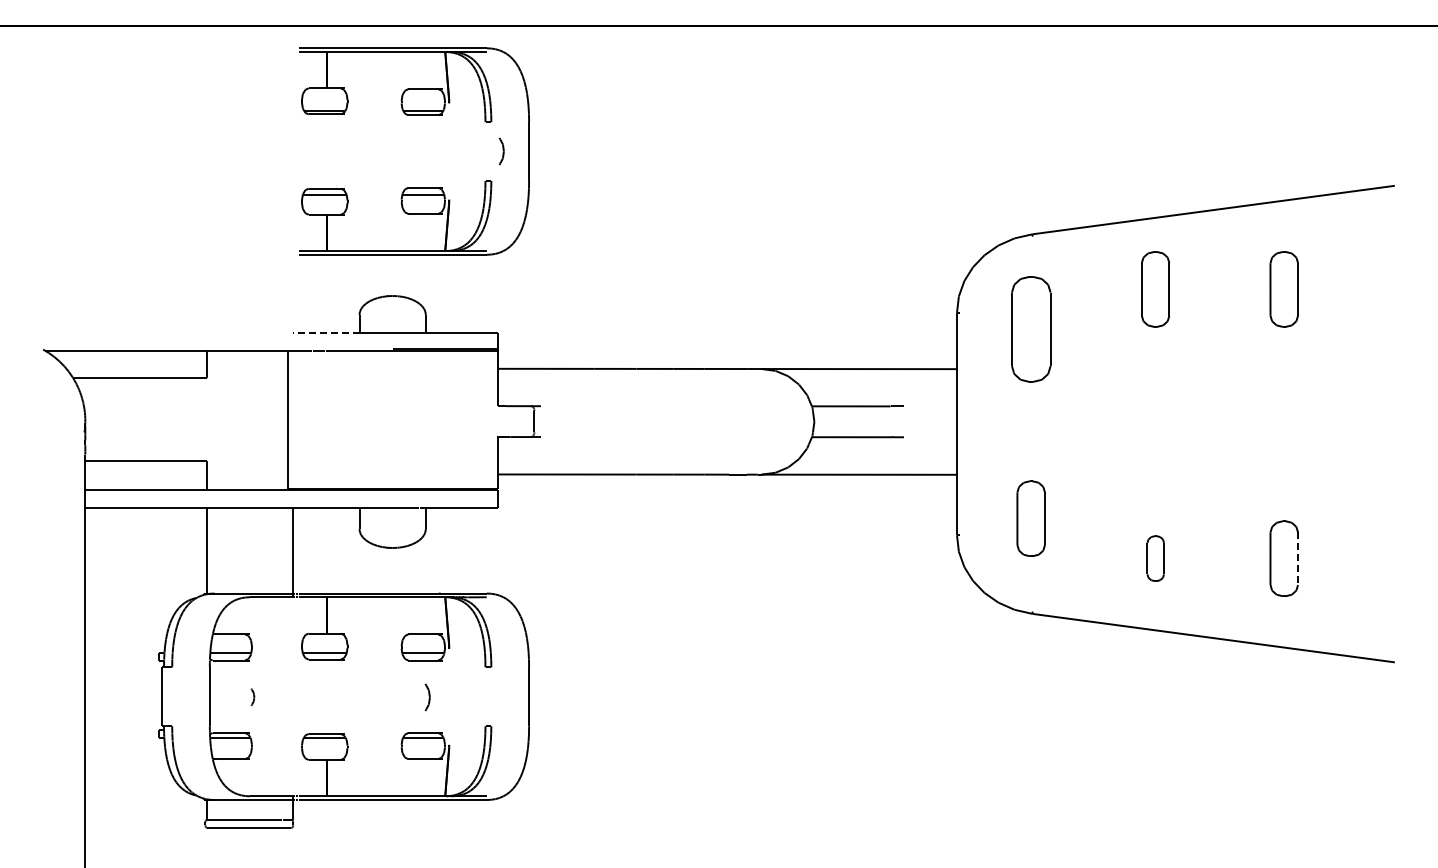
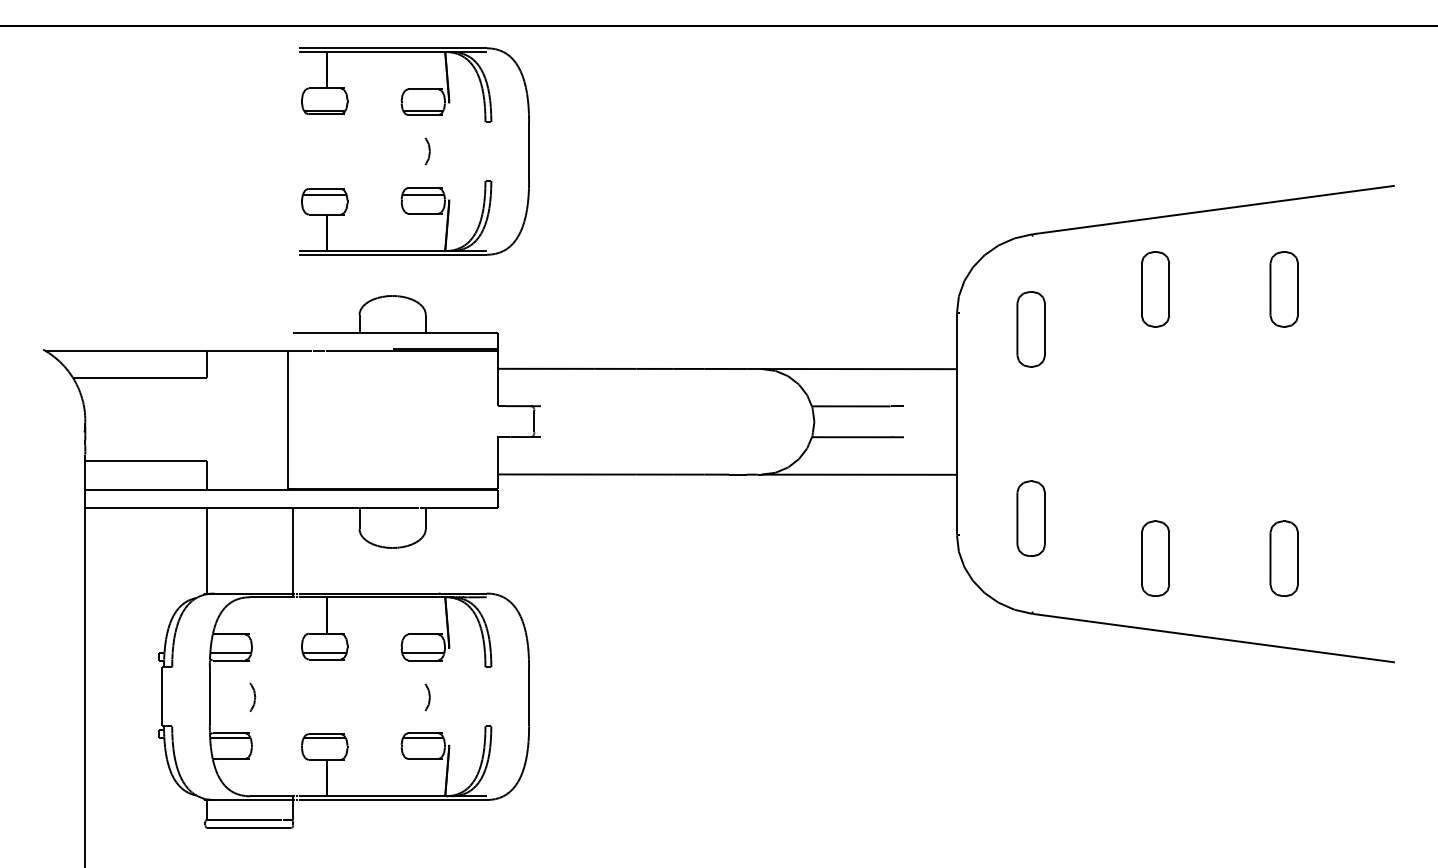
part at (501, 151) position: (501, 151) -> (427, 151)
part at (1031, 329) size: 41x107 px -> 30x77 px
line at (325, 333): dashed -> solid
part at (1155, 558) size: 19x47 px -> 30x77 px
line at (1298, 559): dashed -> solid
part at (252, 696) size: 6x18 px -> 8x30 px
